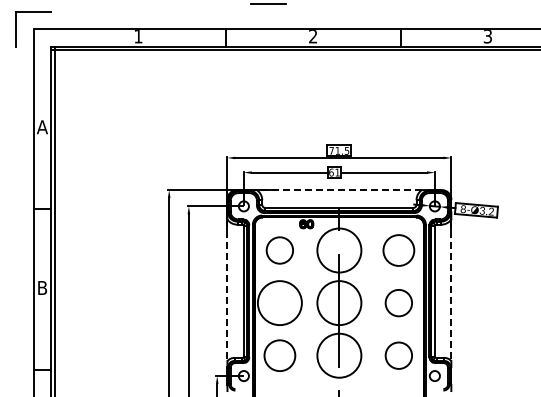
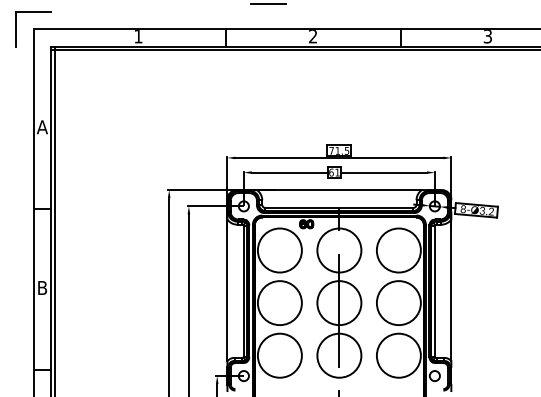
line at (338, 190): dashed -> solid
circle at (279, 250) diameter: 26 px -> 44 px
circle at (398, 250) diameter: 31 px -> 44 px
line at (227, 290): dashed -> solid
line at (451, 290): dashed -> solid
circle at (398, 302) diameter: 26 px -> 44 px
circle at (279, 355) diameter: 31 px -> 44 px
circle at (398, 355) diameter: 26 px -> 44 px
